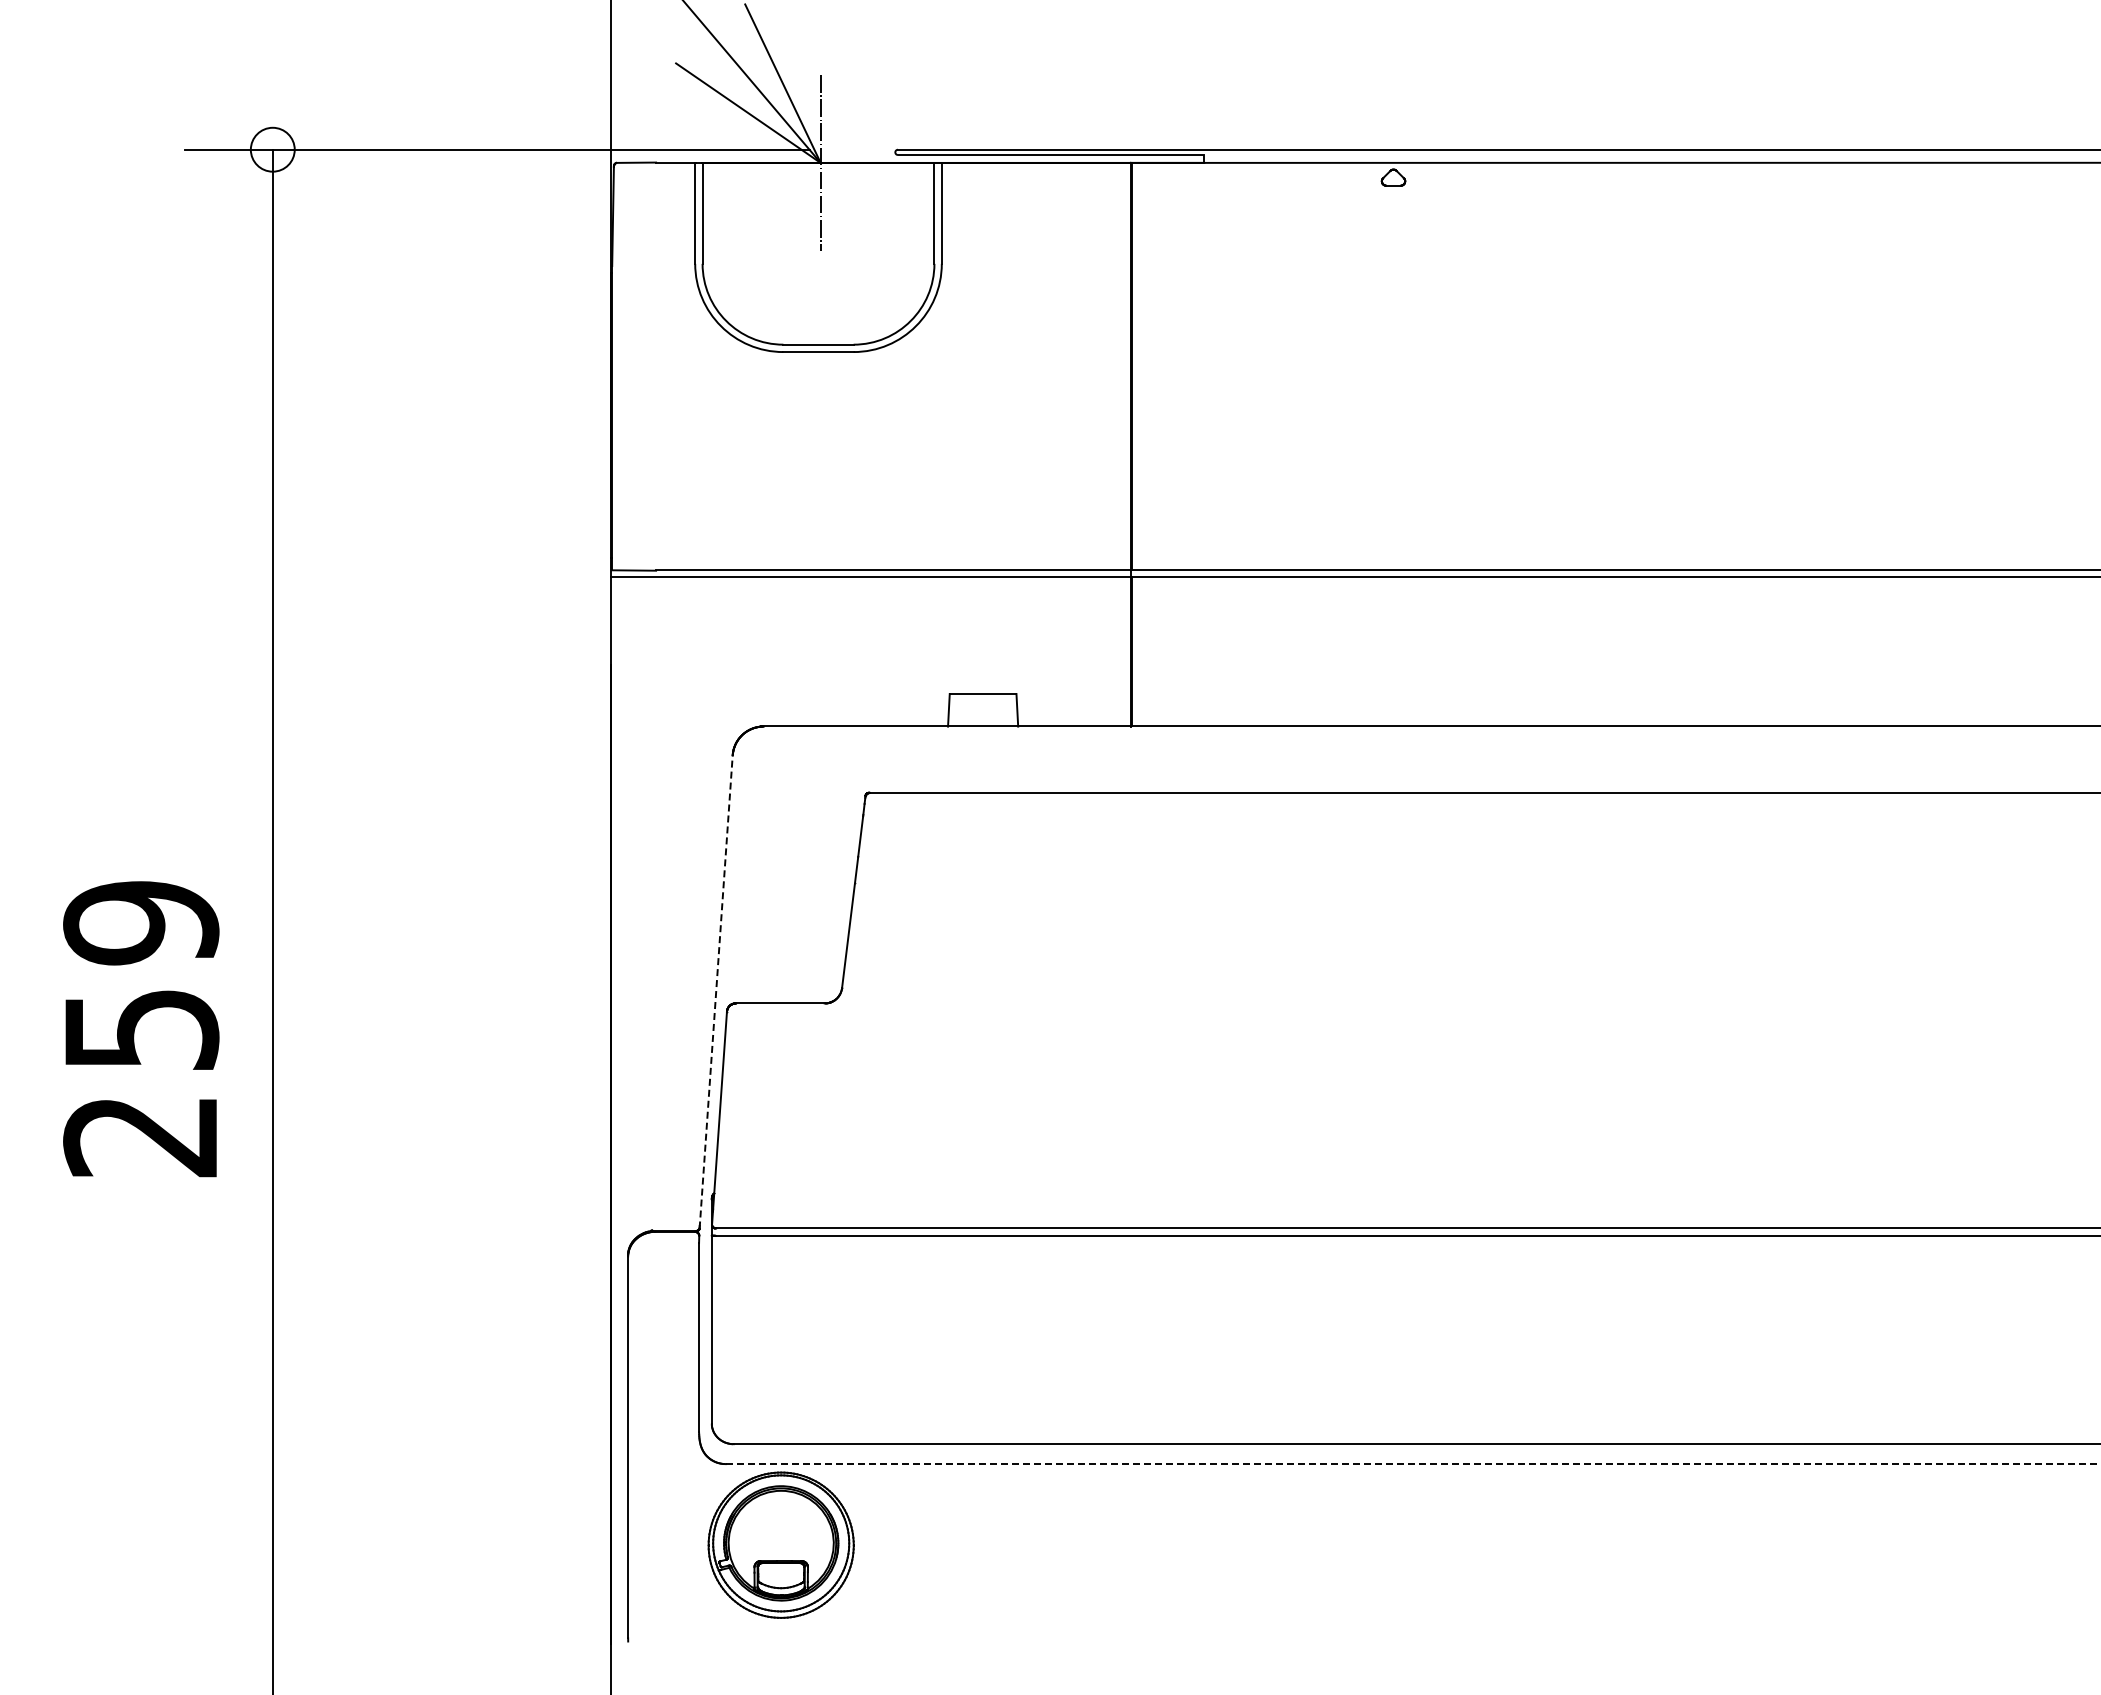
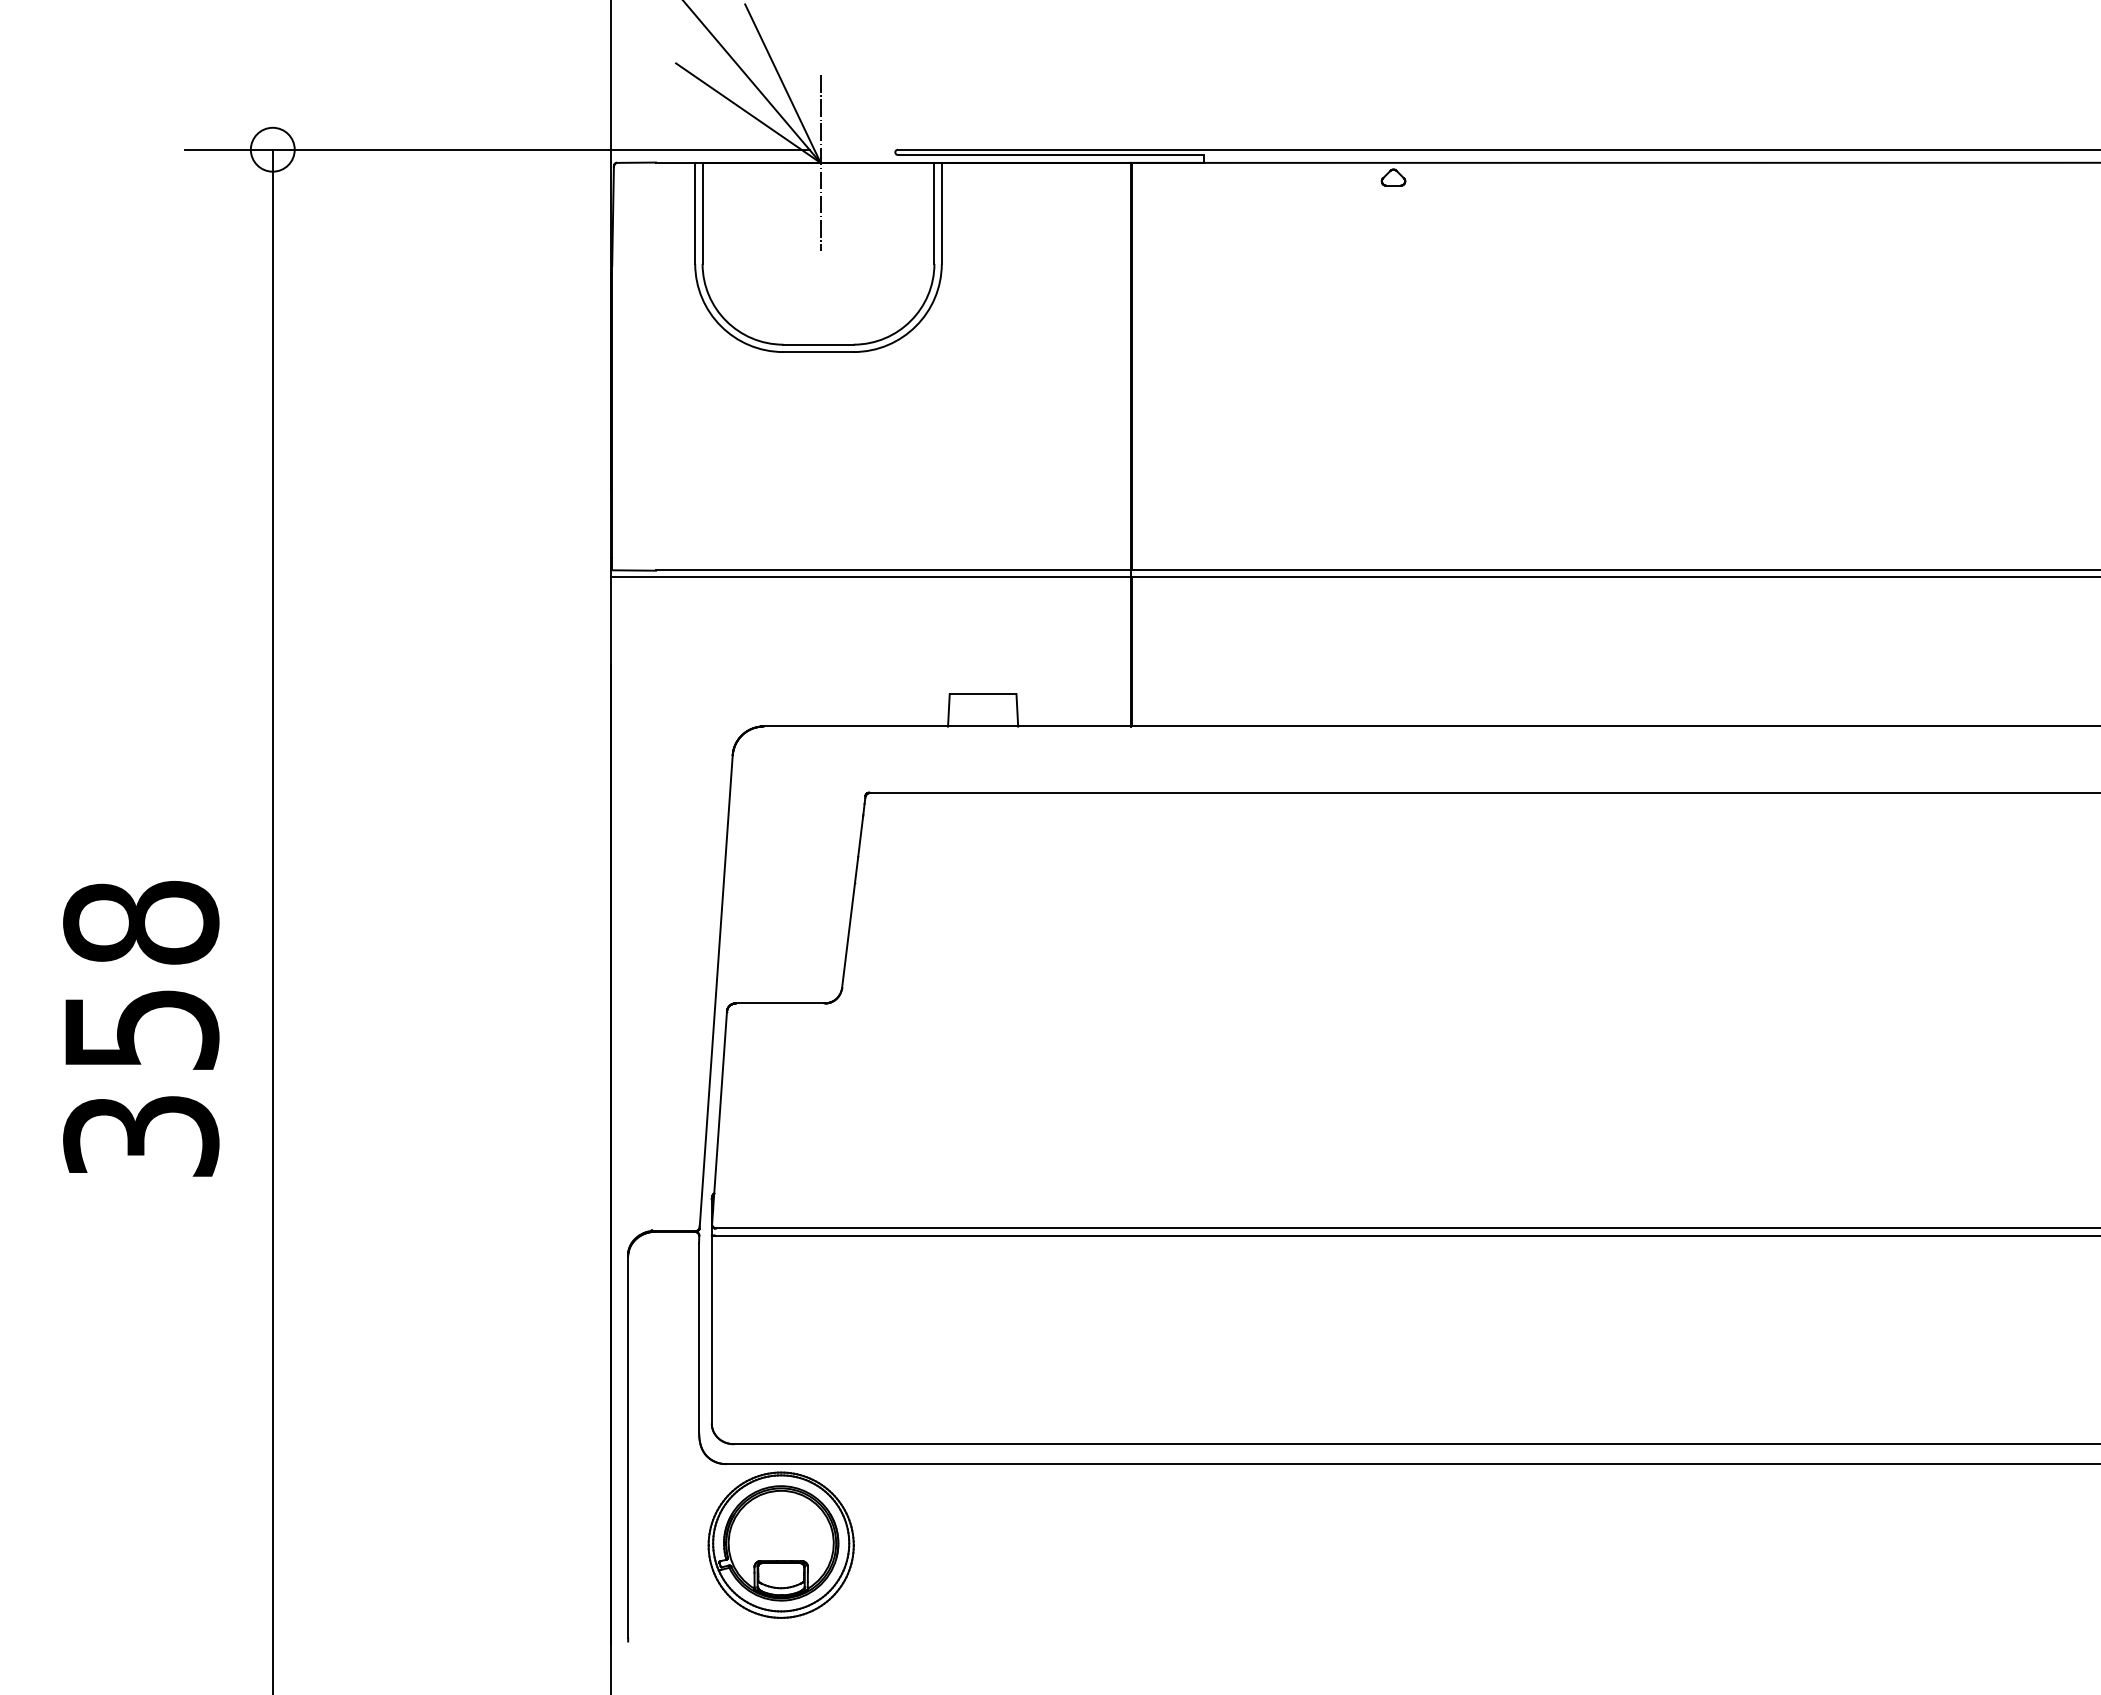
line at (716, 991): dashed -> solid
text at (141, 1028): 259 -> 358
line at (1413, 1464): dashed -> solid
